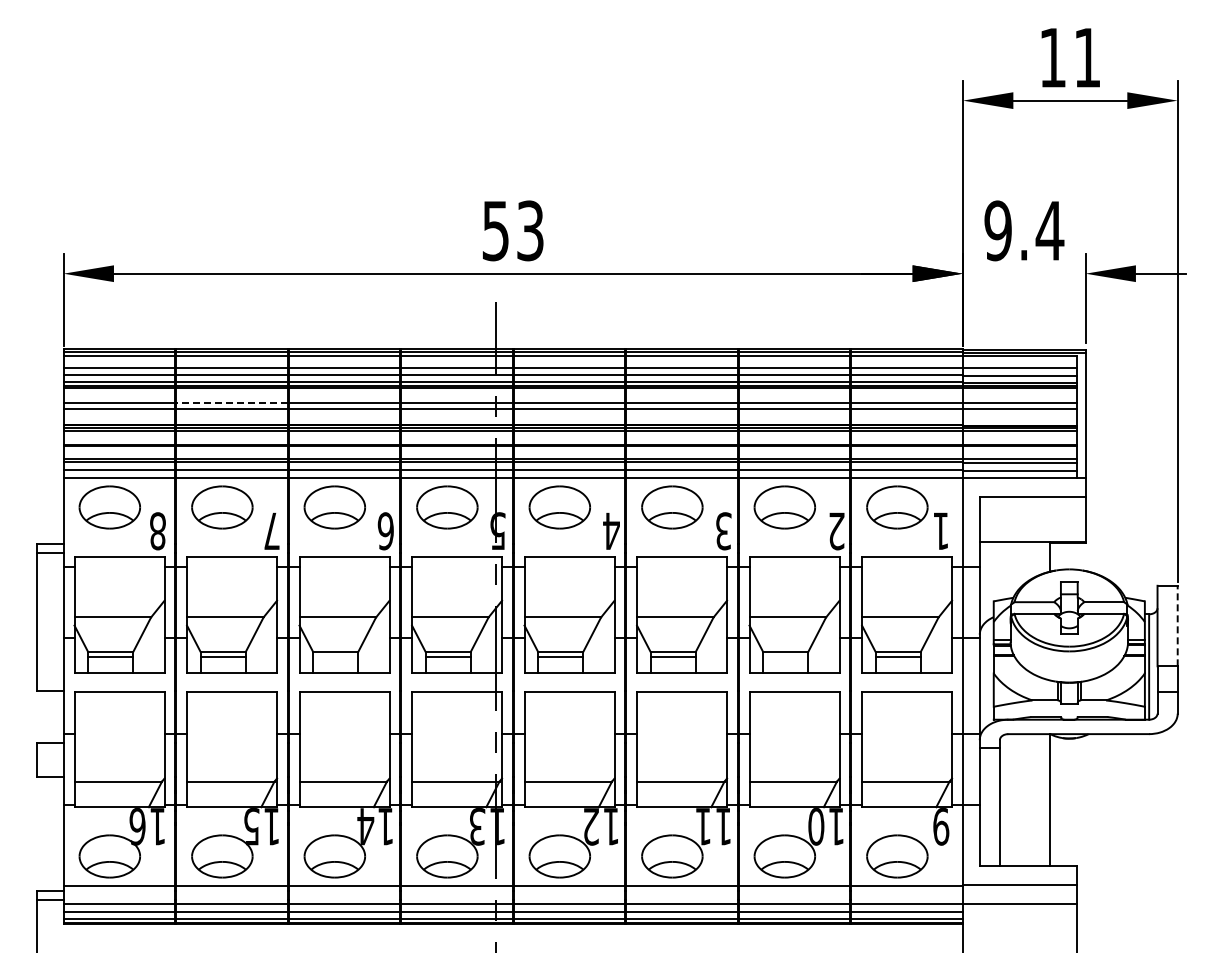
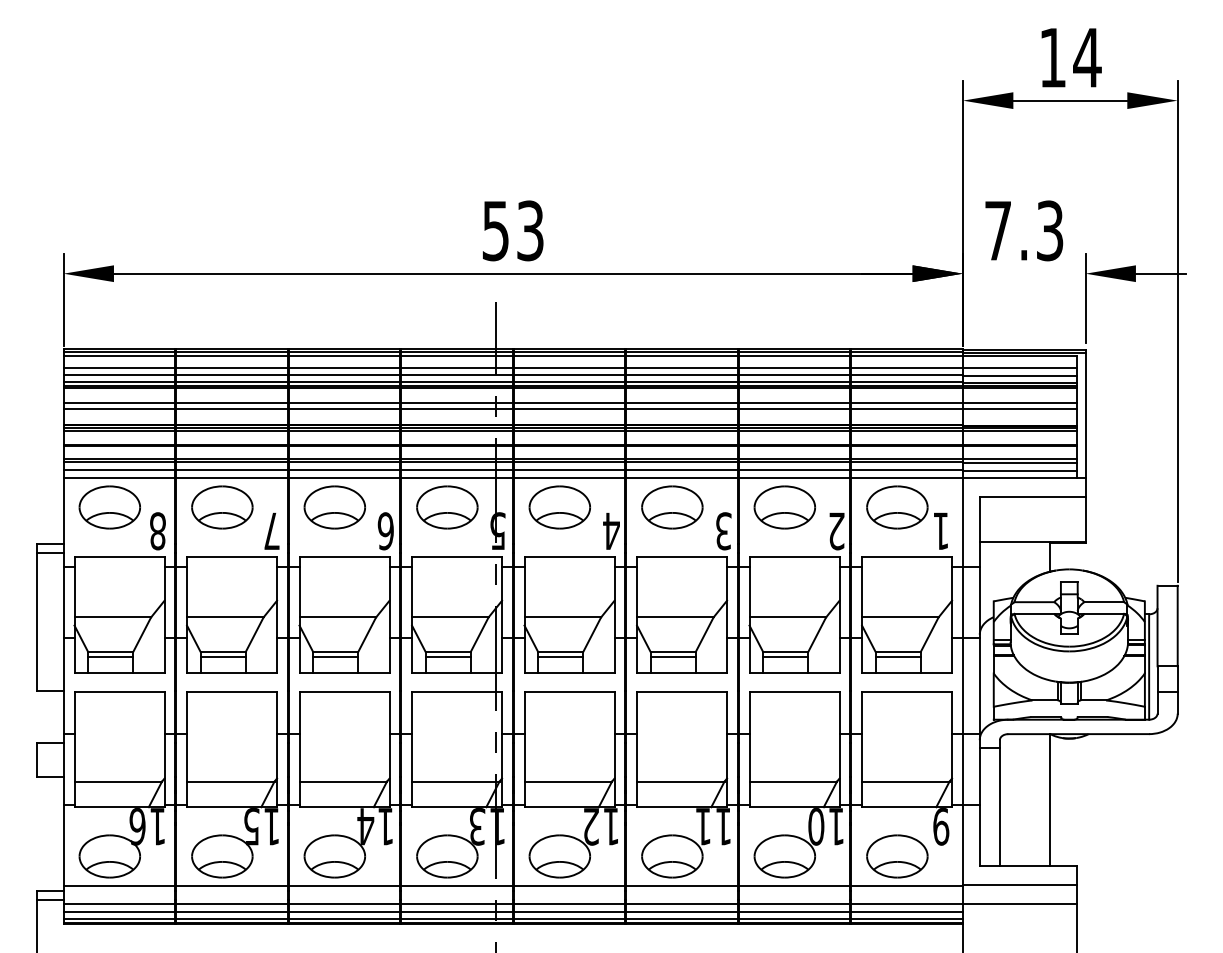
text at (1087, 57): 11 -> 14
text at (1024, 230): 9.4 -> 7.3
line at (232, 402): dashed -> solid
line at (1177, 625): dashed -> solid
line at (335, 656): none -> present
line at (785, 656): none -> present
